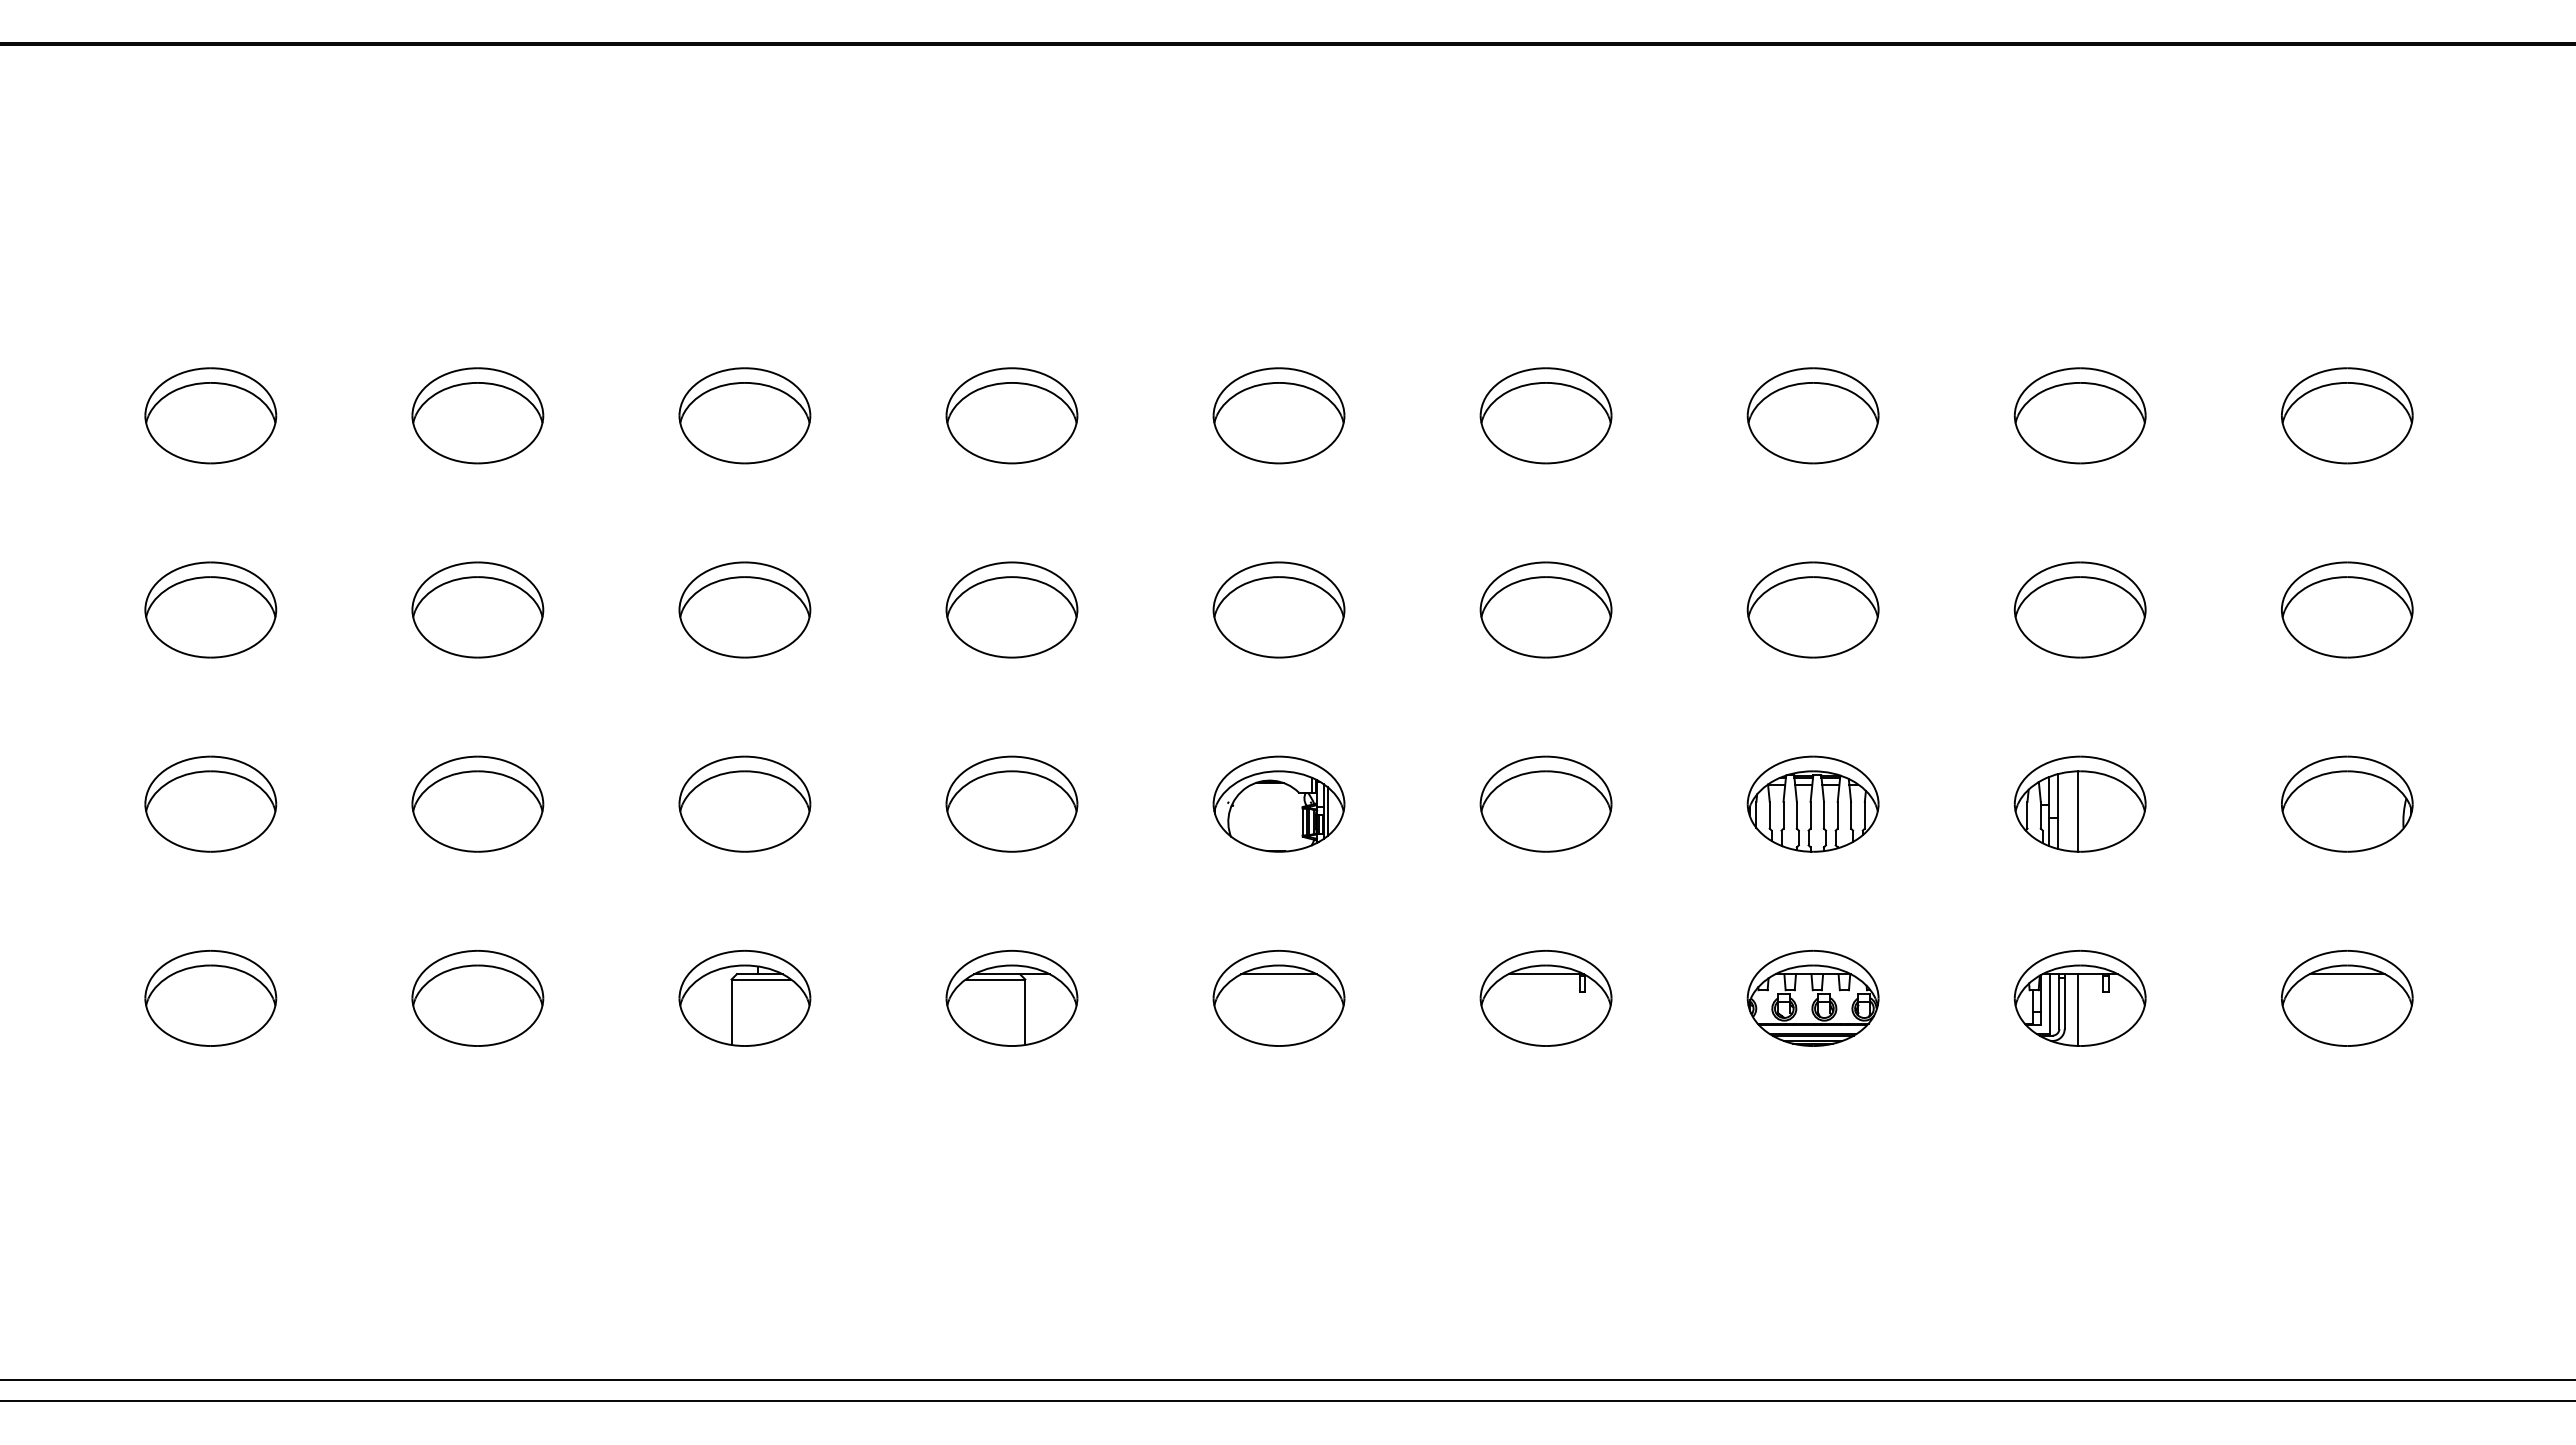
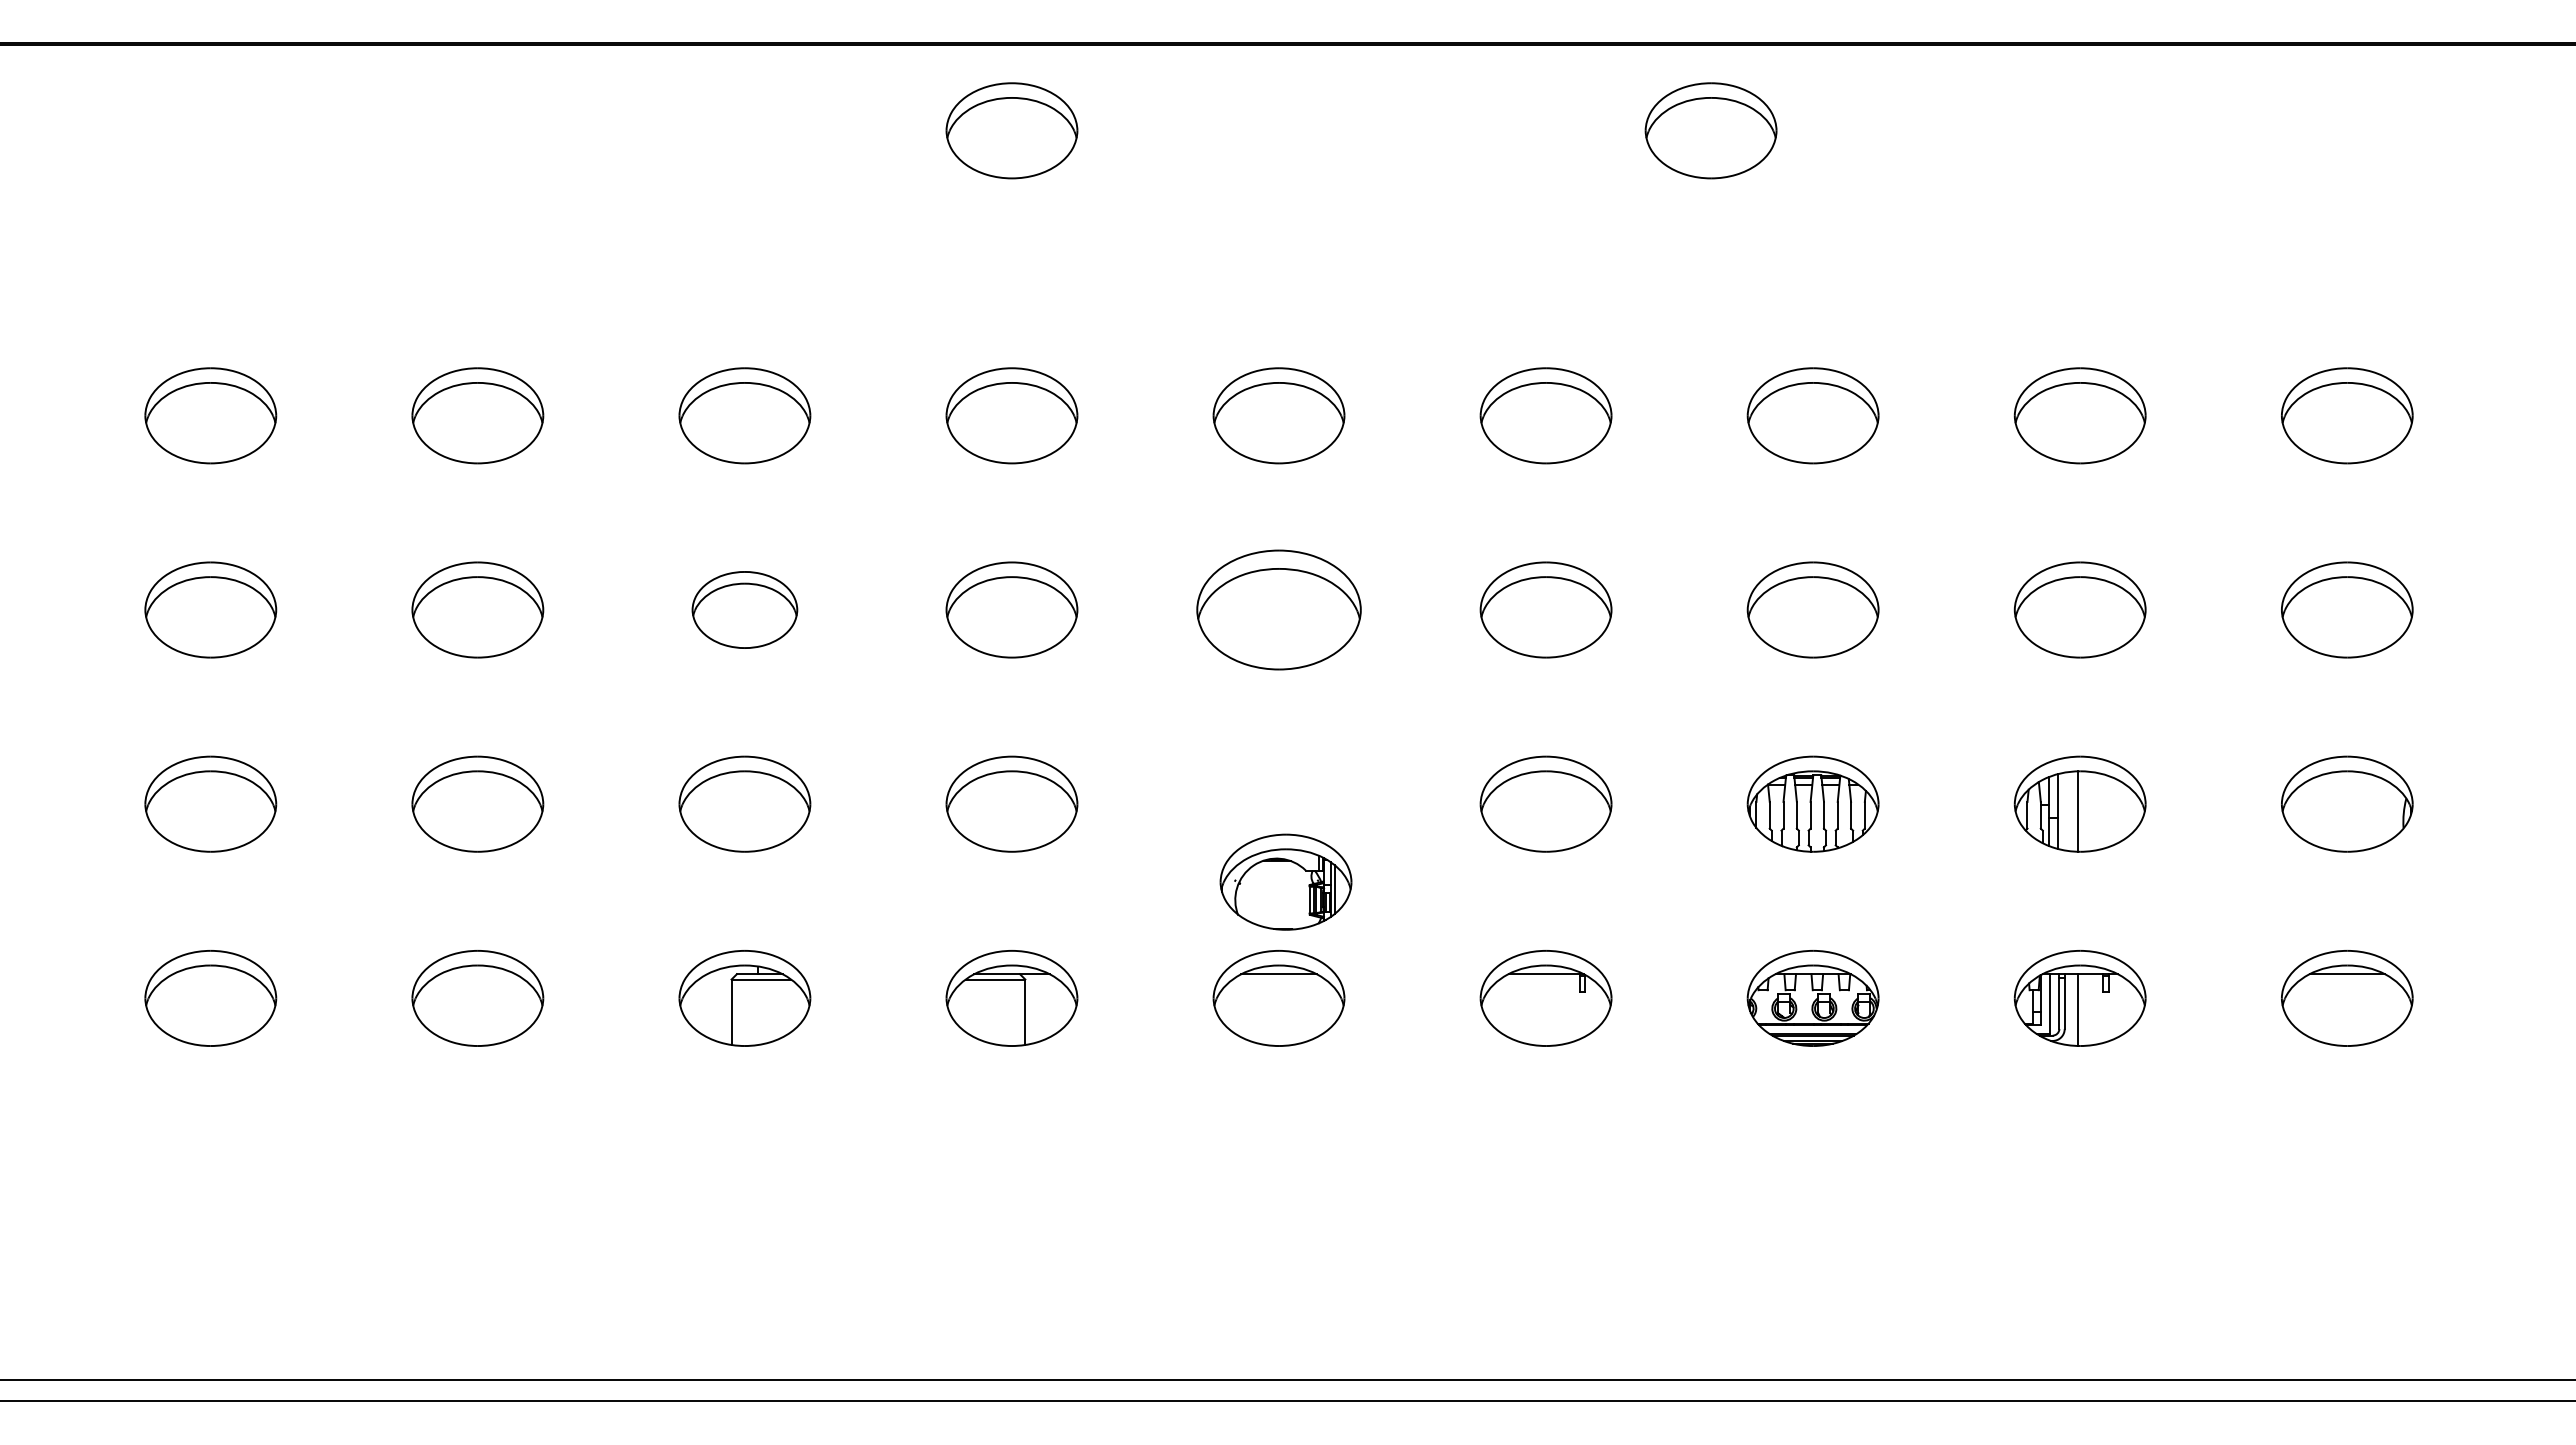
part at (1011, 130): none -> present
part at (1710, 130): none -> present
part at (744, 609) size: 134x98 px -> 108x78 px
part at (1278, 609) size: 134x98 px -> 166x122 px
part at (1278, 803) position: (1278, 803) -> (1285, 881)
